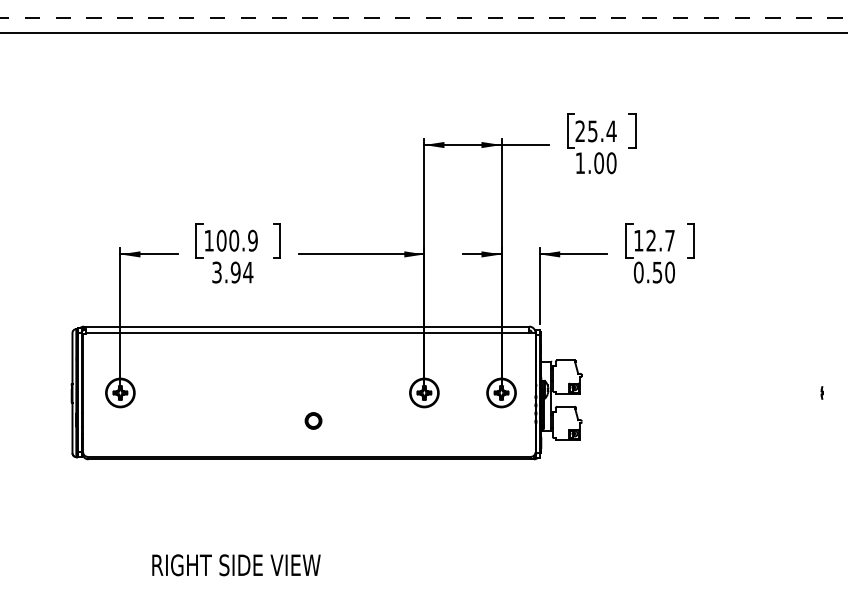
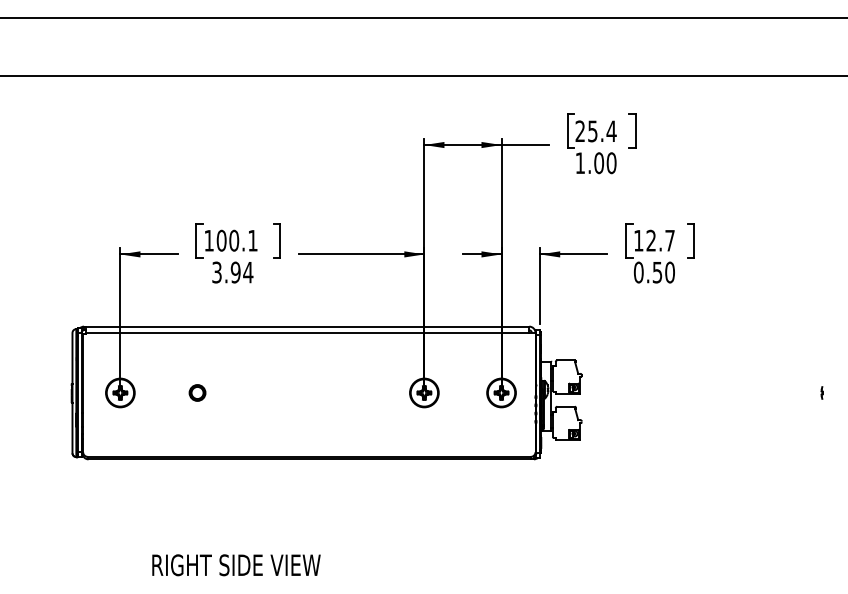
line at (424, 17): dashed -> solid
line at (423, 32) position: (423, 32) -> (423, 75)
text at (252, 240): 100.9 -> 100.1
part at (313, 420) position: (313, 420) -> (197, 392)
